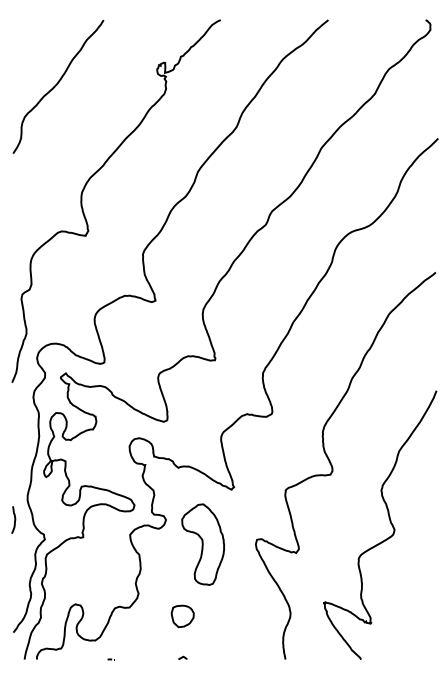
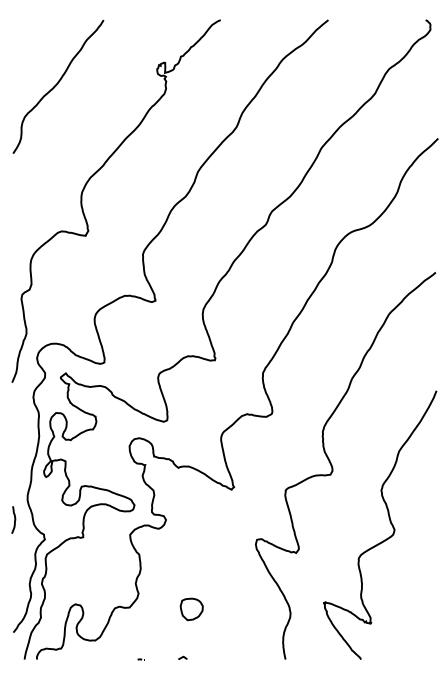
part at (202, 544): present -> none
part at (182, 616) position: (182, 616) -> (191, 609)
part at (110, 659) position: (110, 659) -> (140, 659)
